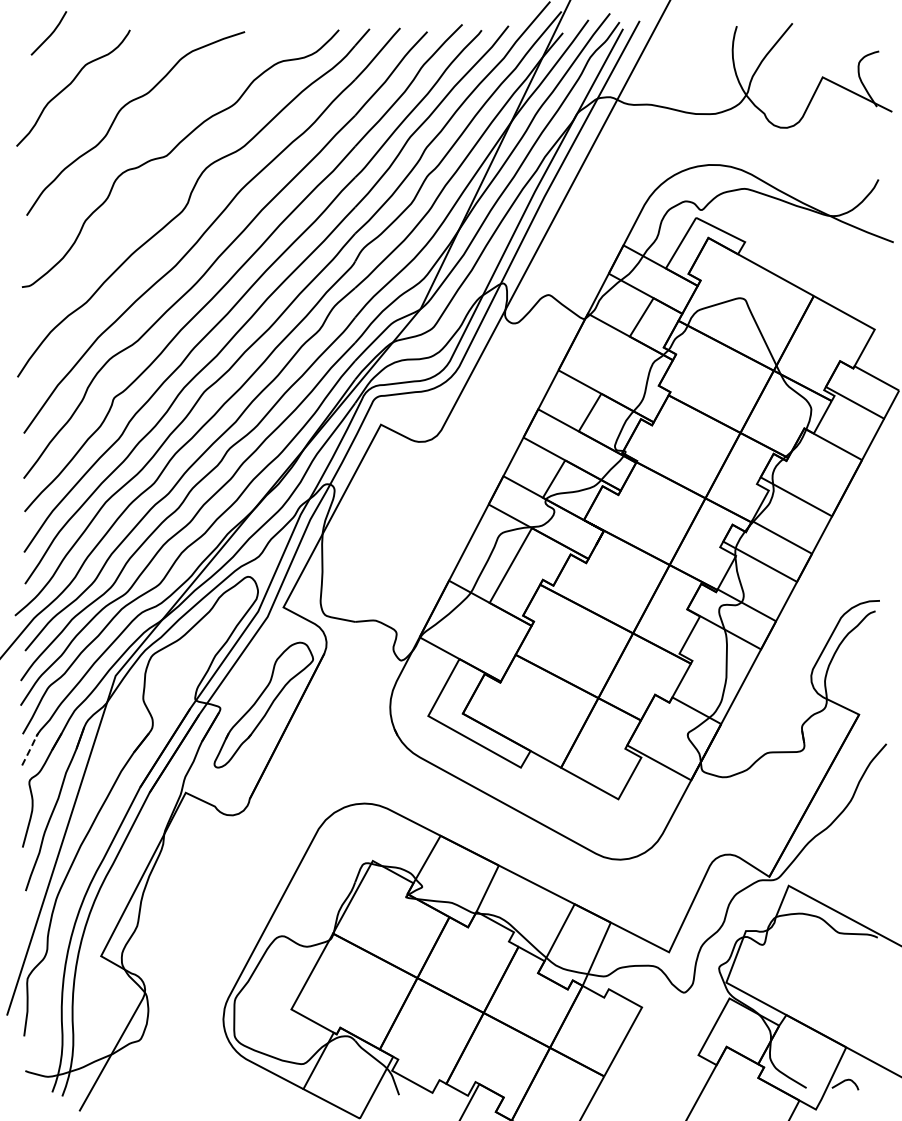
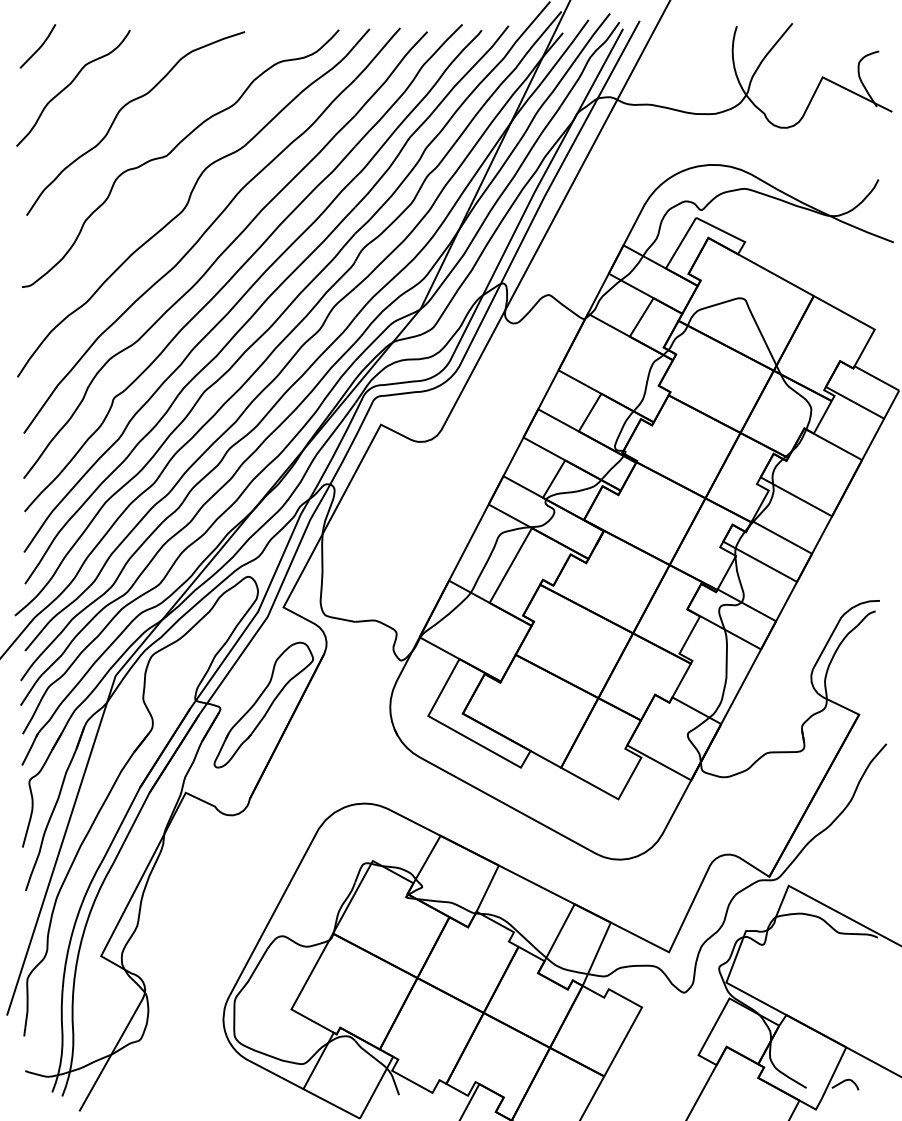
line at (50, 33) position: (50, 33) -> (39, 46)
line at (30, 748): dashed -> solid
